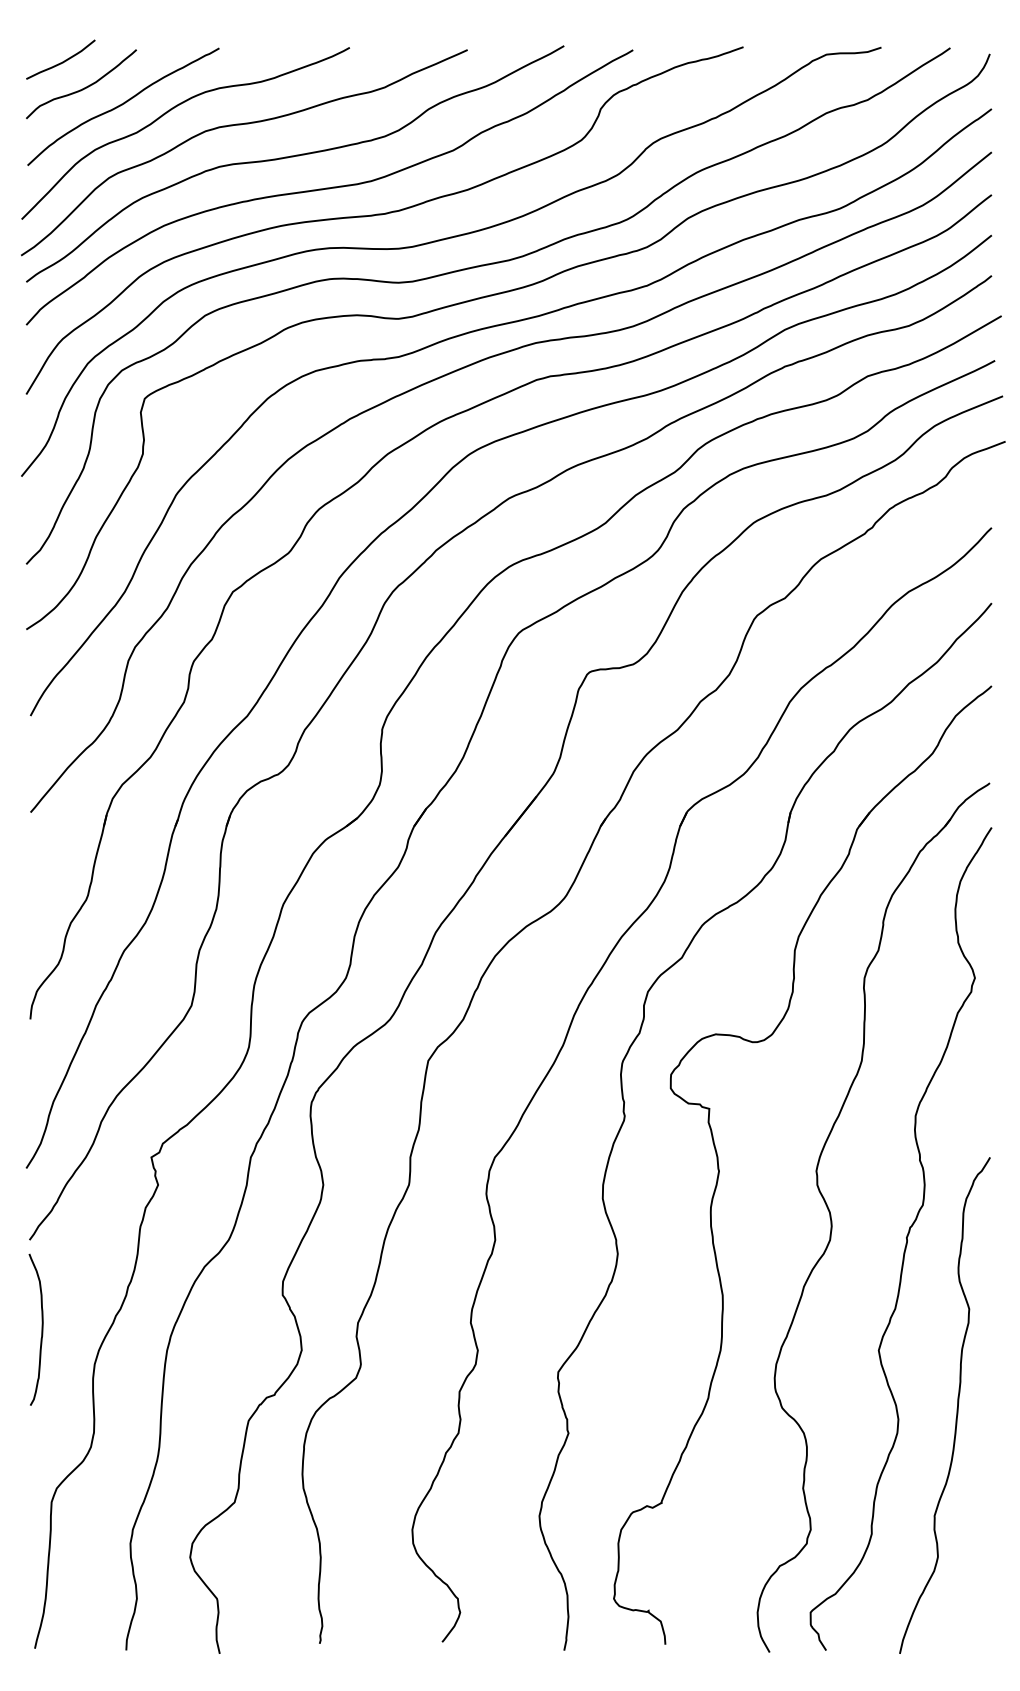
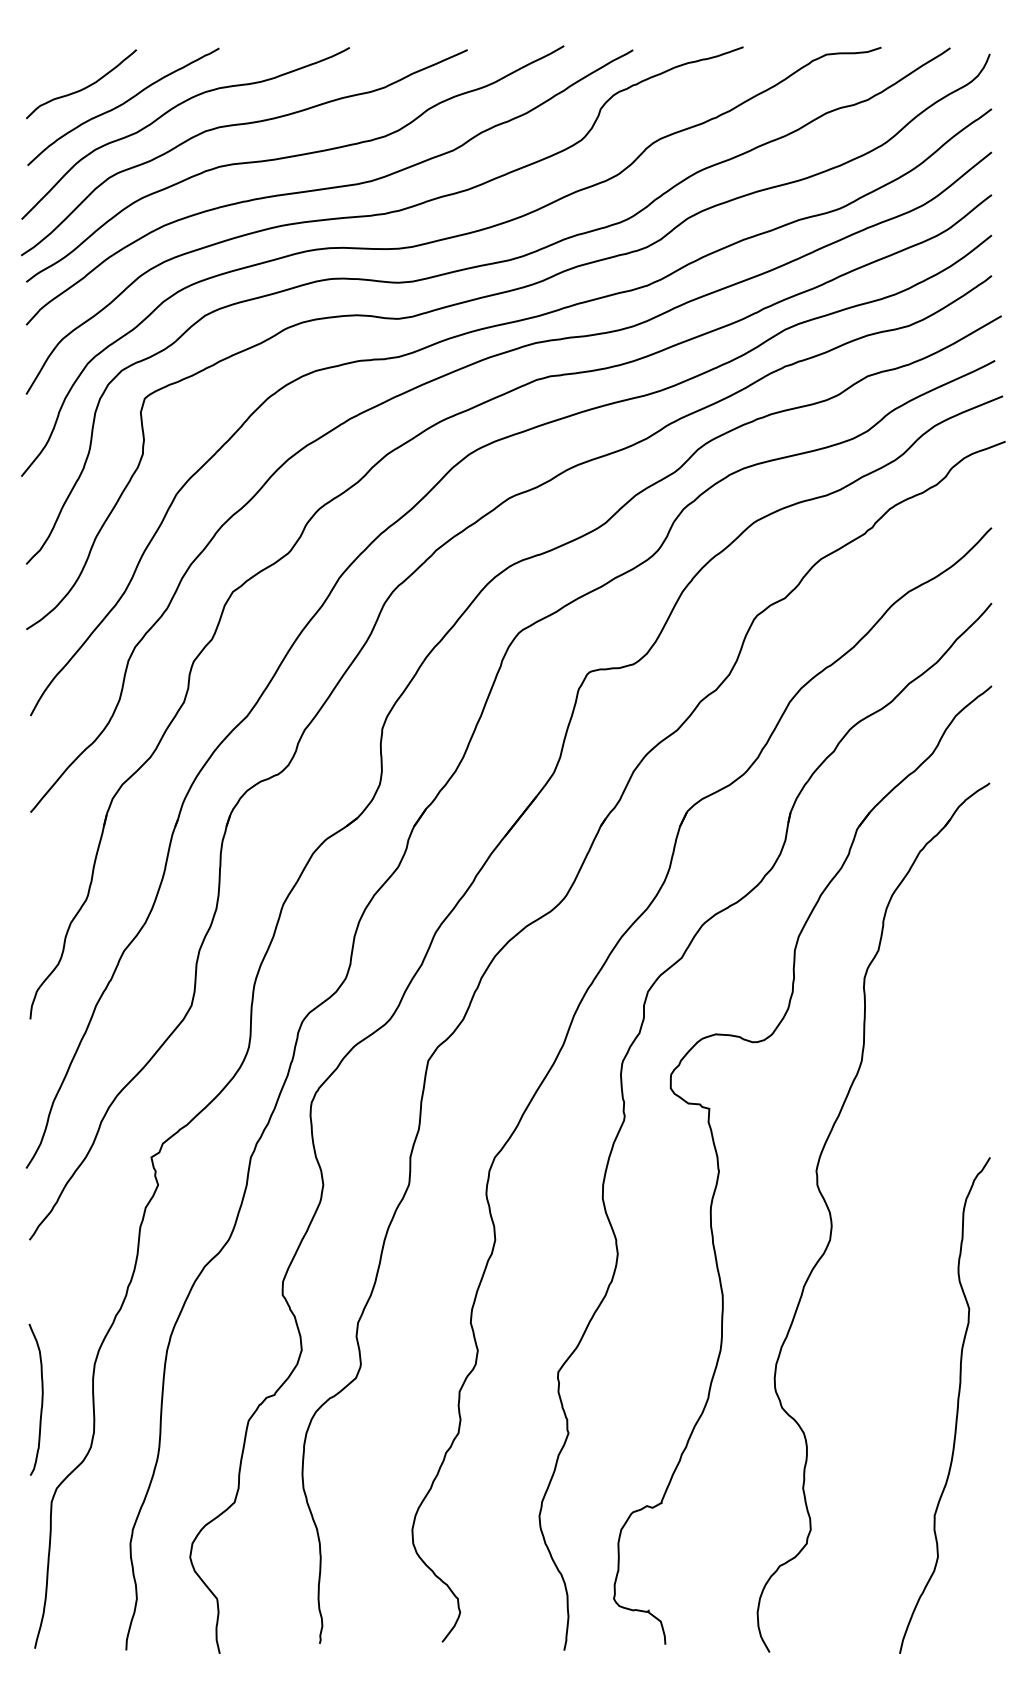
curve at (62, 61): present -> none
curve at (906, 1238): present -> none
curve at (41, 1329) position: (41, 1329) -> (41, 1399)
